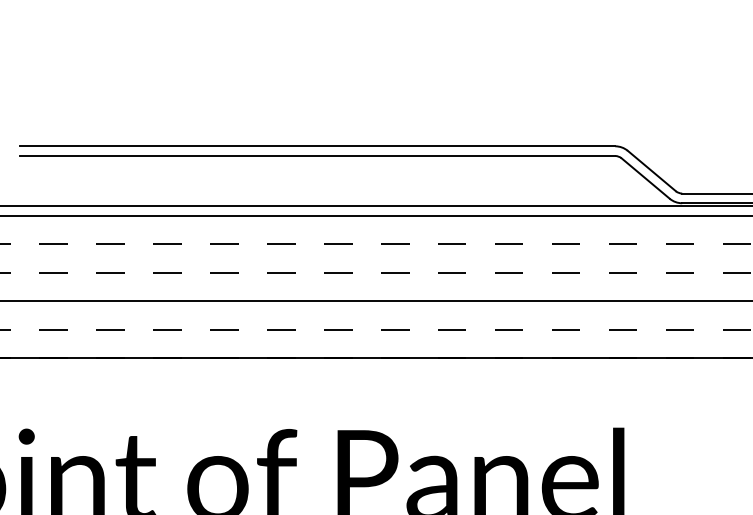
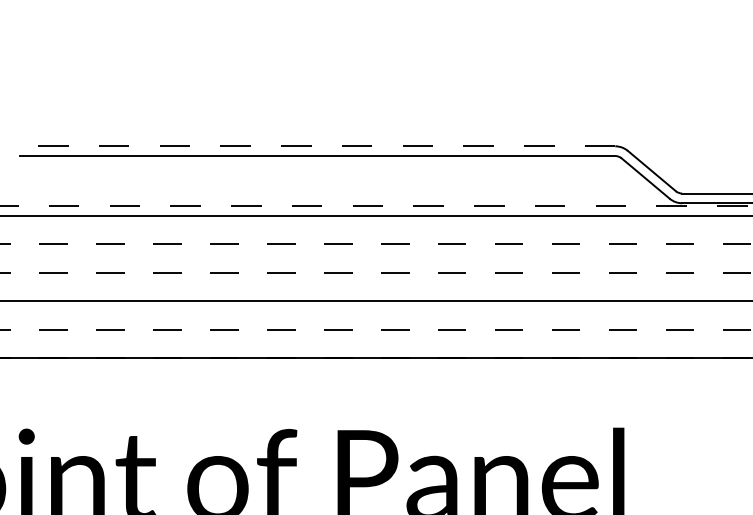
line at (317, 146): solid -> dashed
line at (377, 206): solid -> dashed
